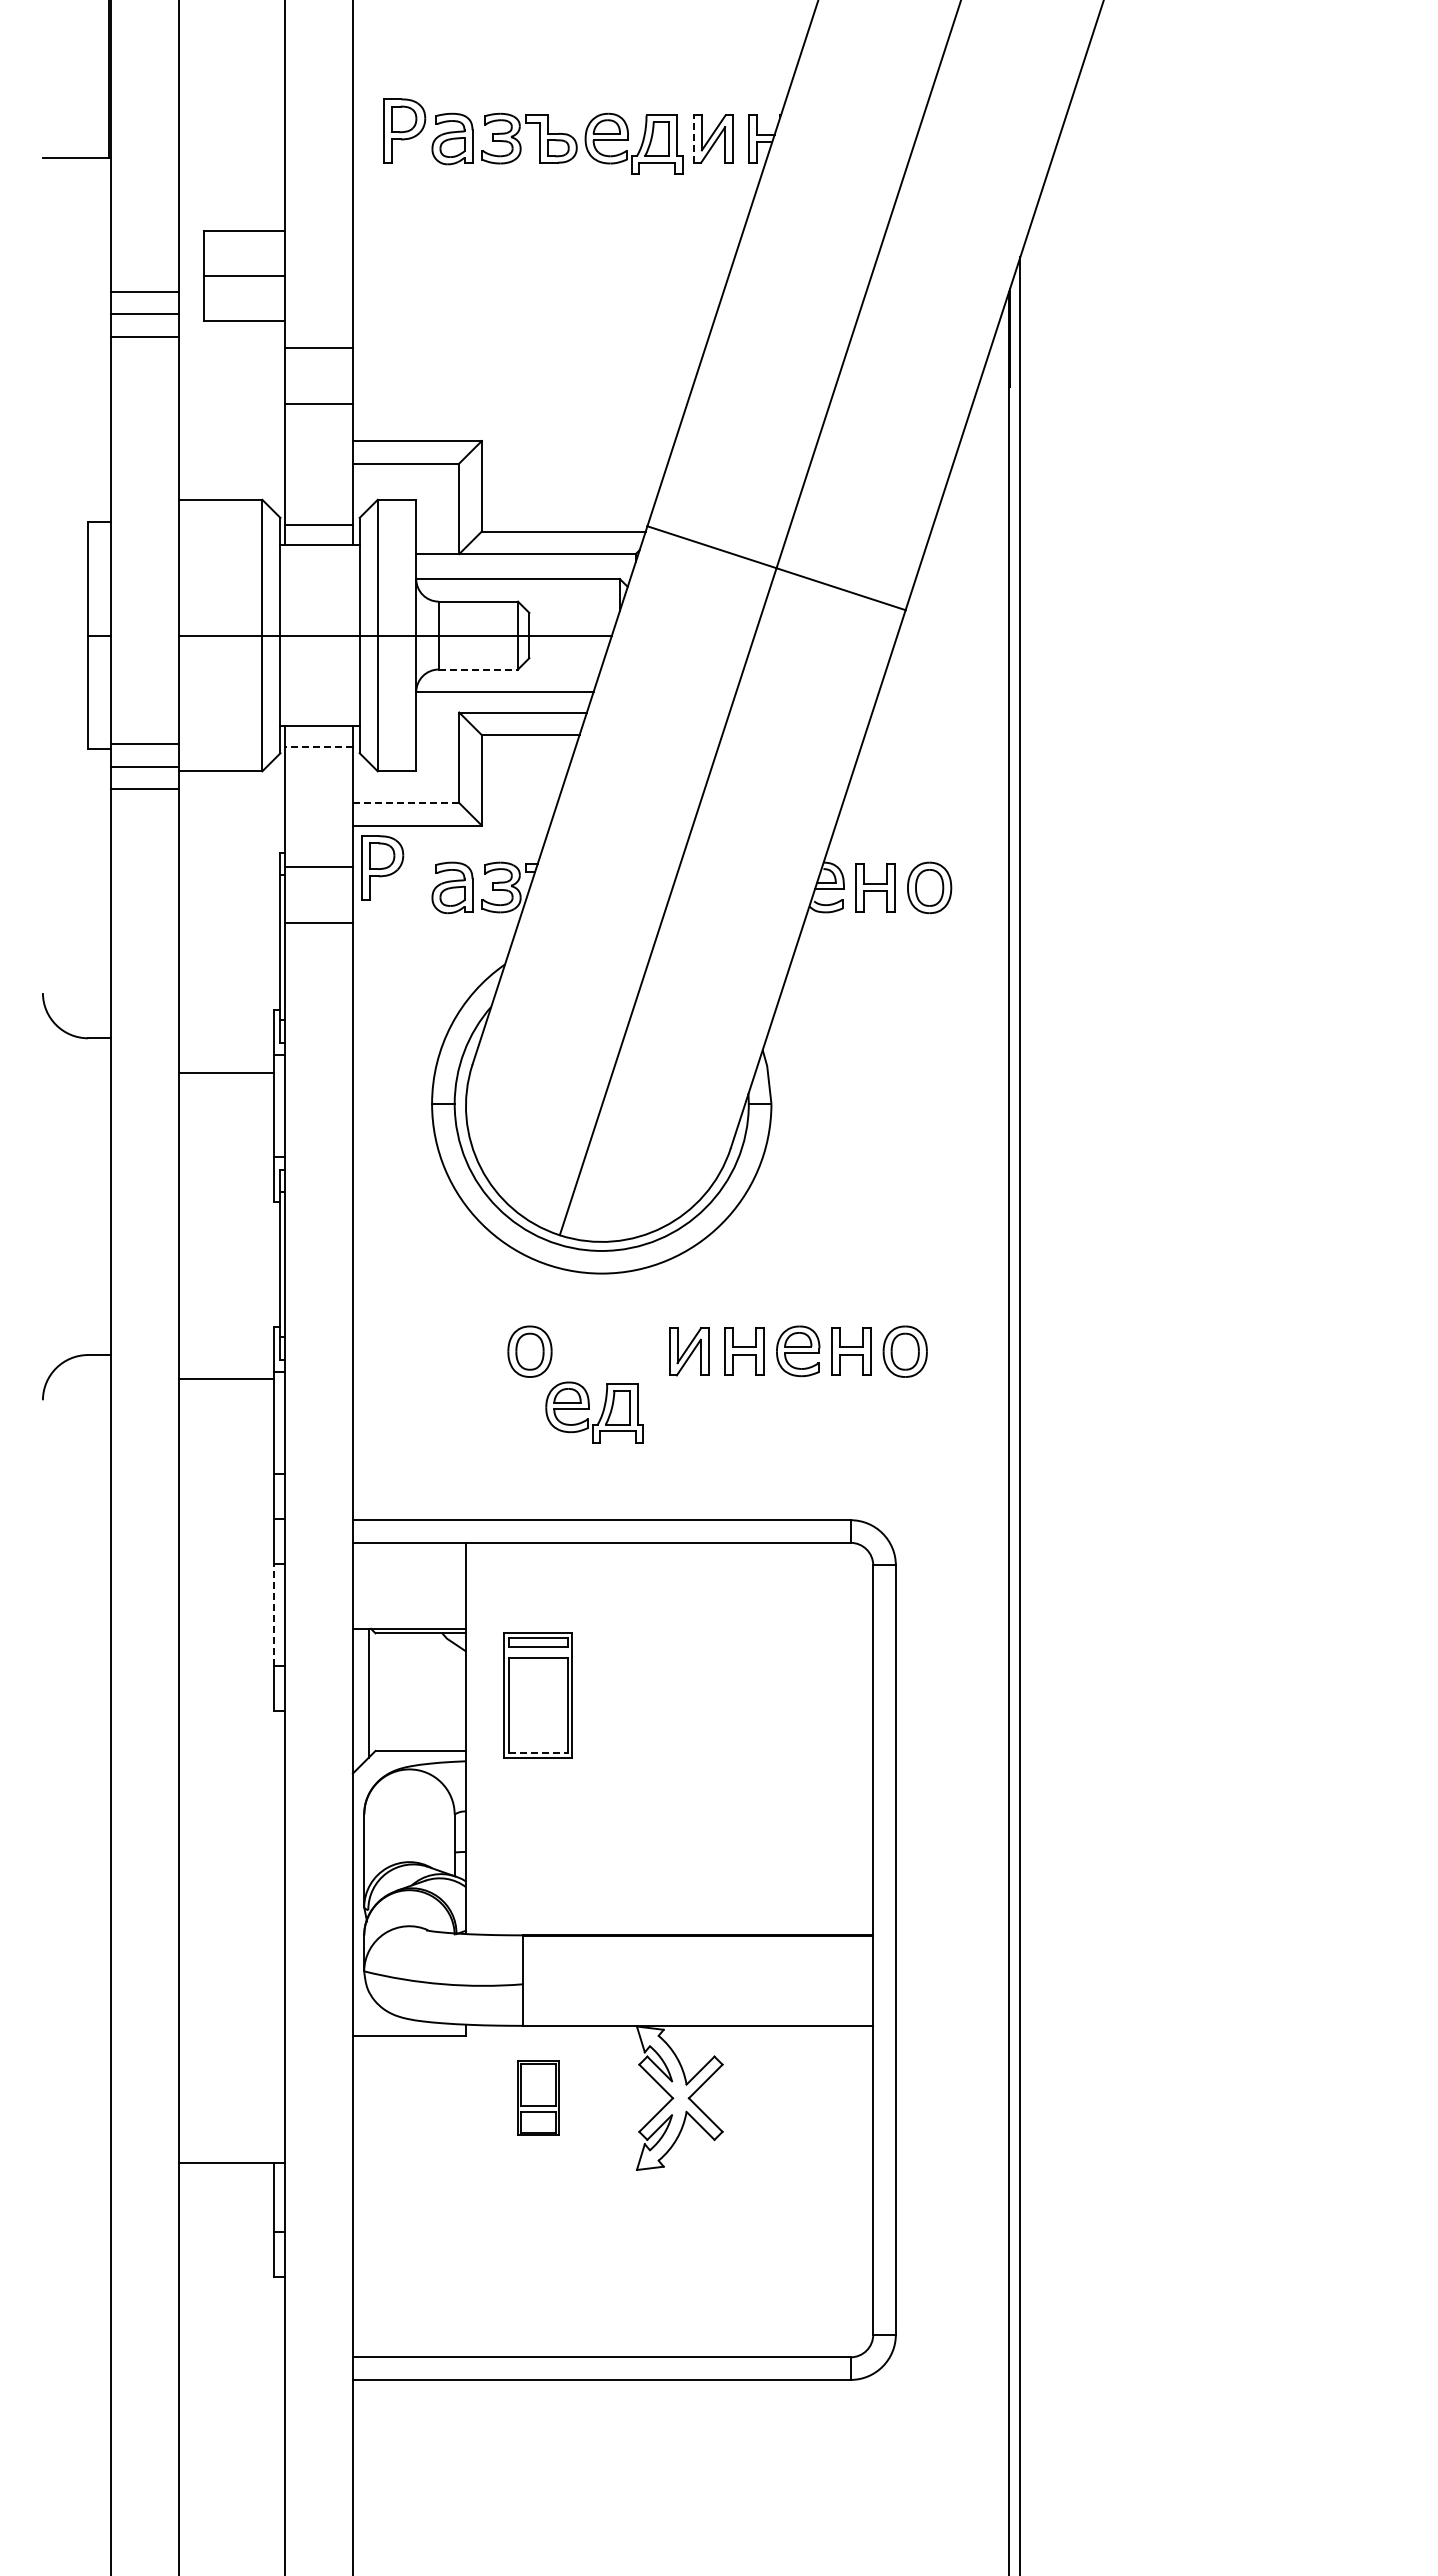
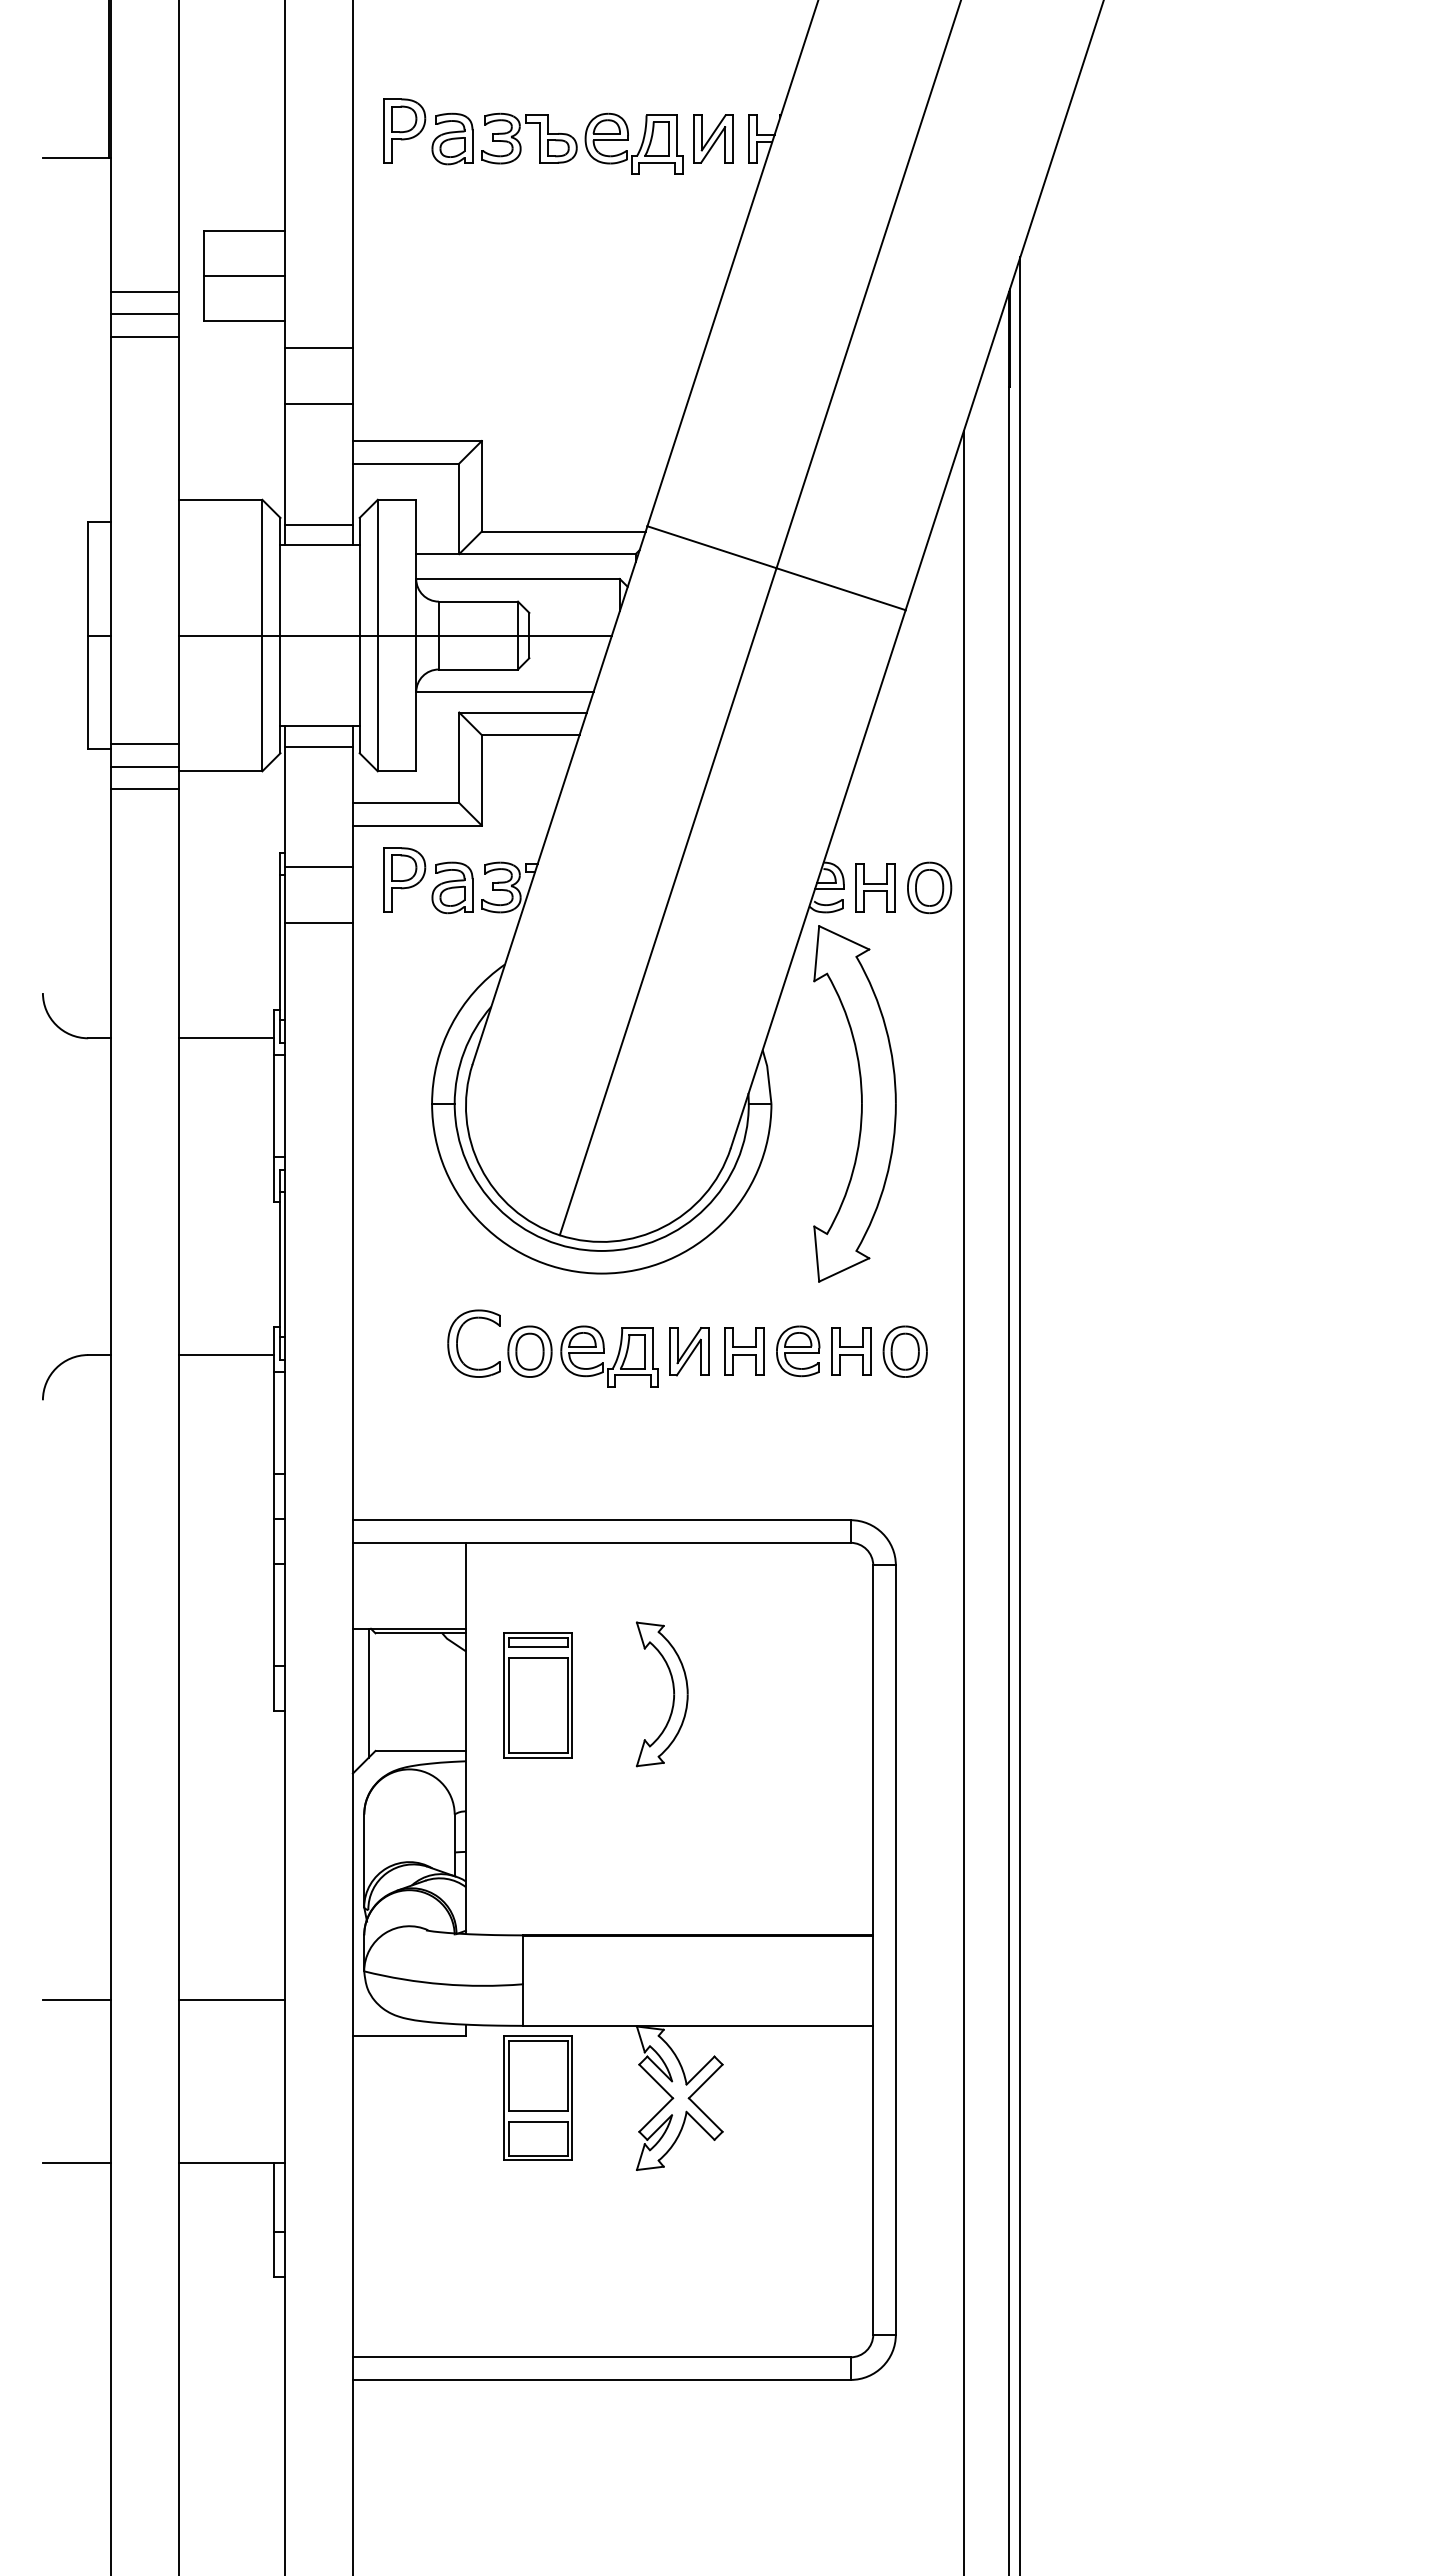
line at (693, 139): dashed -> solid
line at (478, 669): dashed -> solid
line at (318, 746): dashed -> solid
line at (406, 803): dashed -> solid
part at (382, 867) position: (382, 867) -> (404, 879)
line at (225, 1073) position: (225, 1073) -> (225, 1038)
part at (861, 1103): none -> present
part at (458, 1339): none -> present
line at (225, 1379) position: (225, 1379) -> (225, 1355)
part at (594, 1412) position: (594, 1412) -> (609, 1356)
line at (963, 1501): none -> present
line at (273, 1615): dashed -> solid
part at (673, 1694): none -> present
line at (538, 1753): dashed -> solid
line at (76, 1999): none -> present
line at (231, 1999): none -> present
part at (538, 2097) size: 43x76 px -> 70x126 px
line at (76, 2162): none -> present
